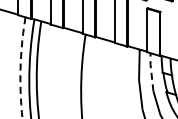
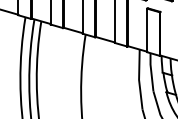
arc at (20, 67): dashed -> solid
line at (151, 71): dashed -> solid
